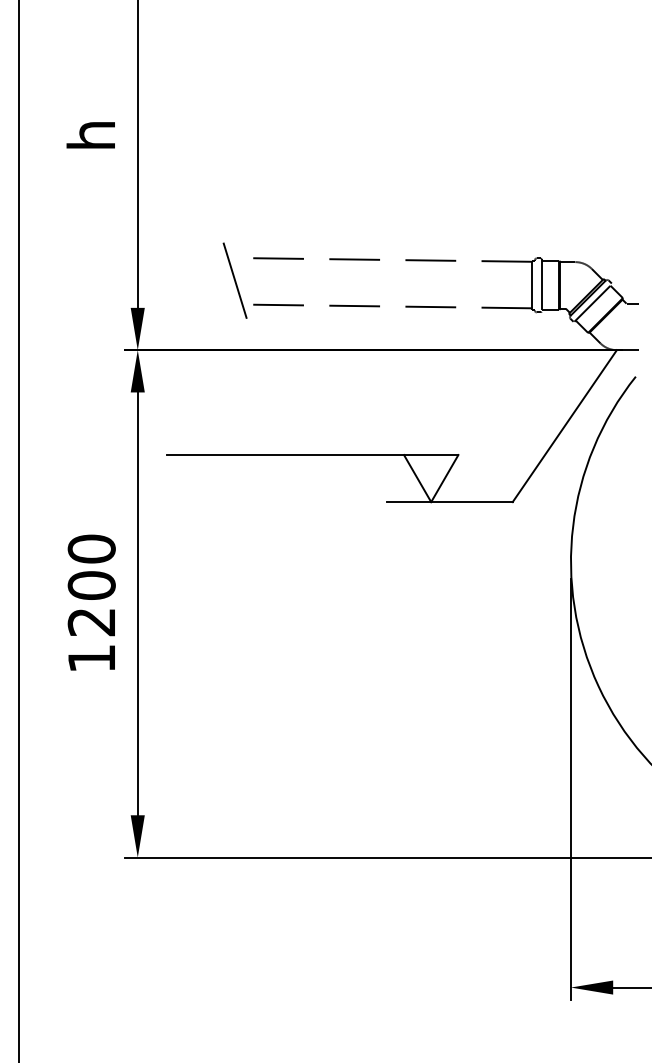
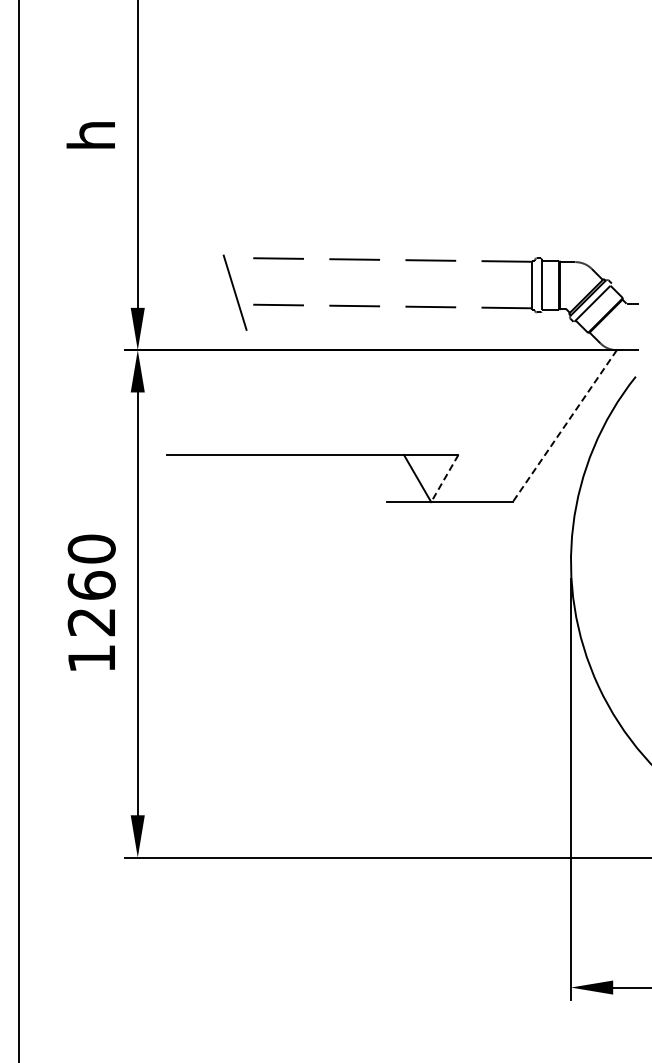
line at (234, 280) position: (234, 280) -> (234, 292)
line at (564, 426): solid -> dashed
line at (444, 478): solid -> dashed
text at (91, 585): 1200 -> 1260
